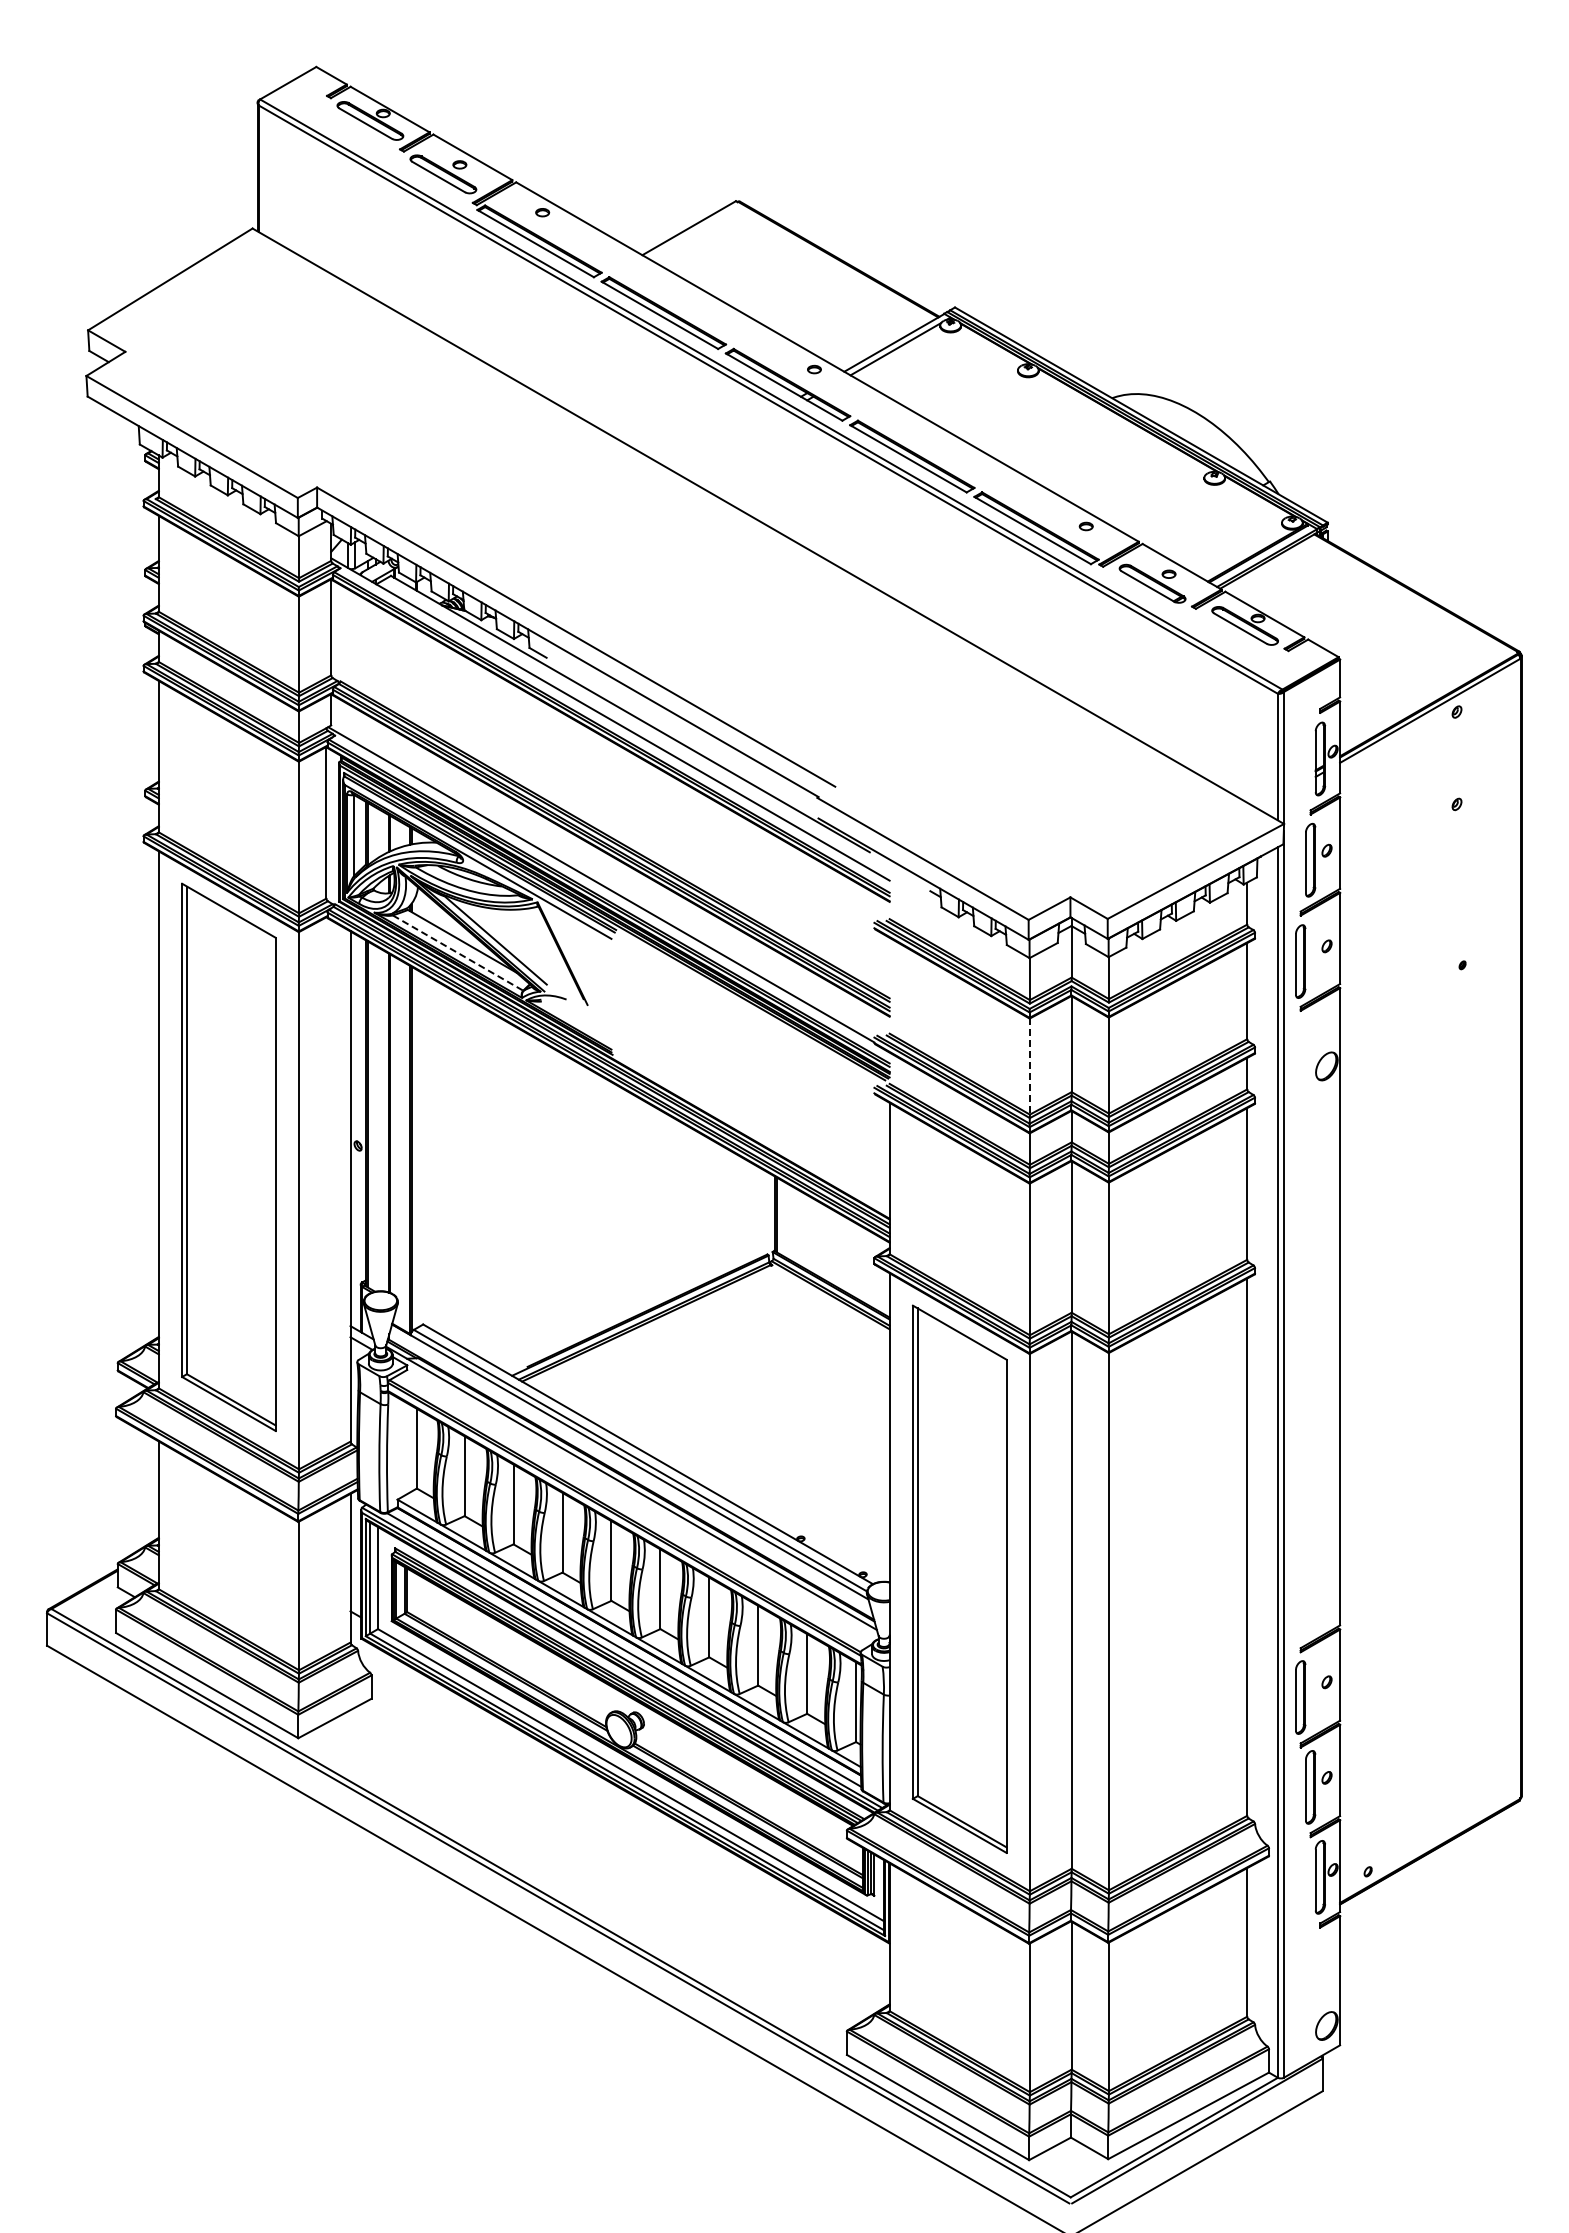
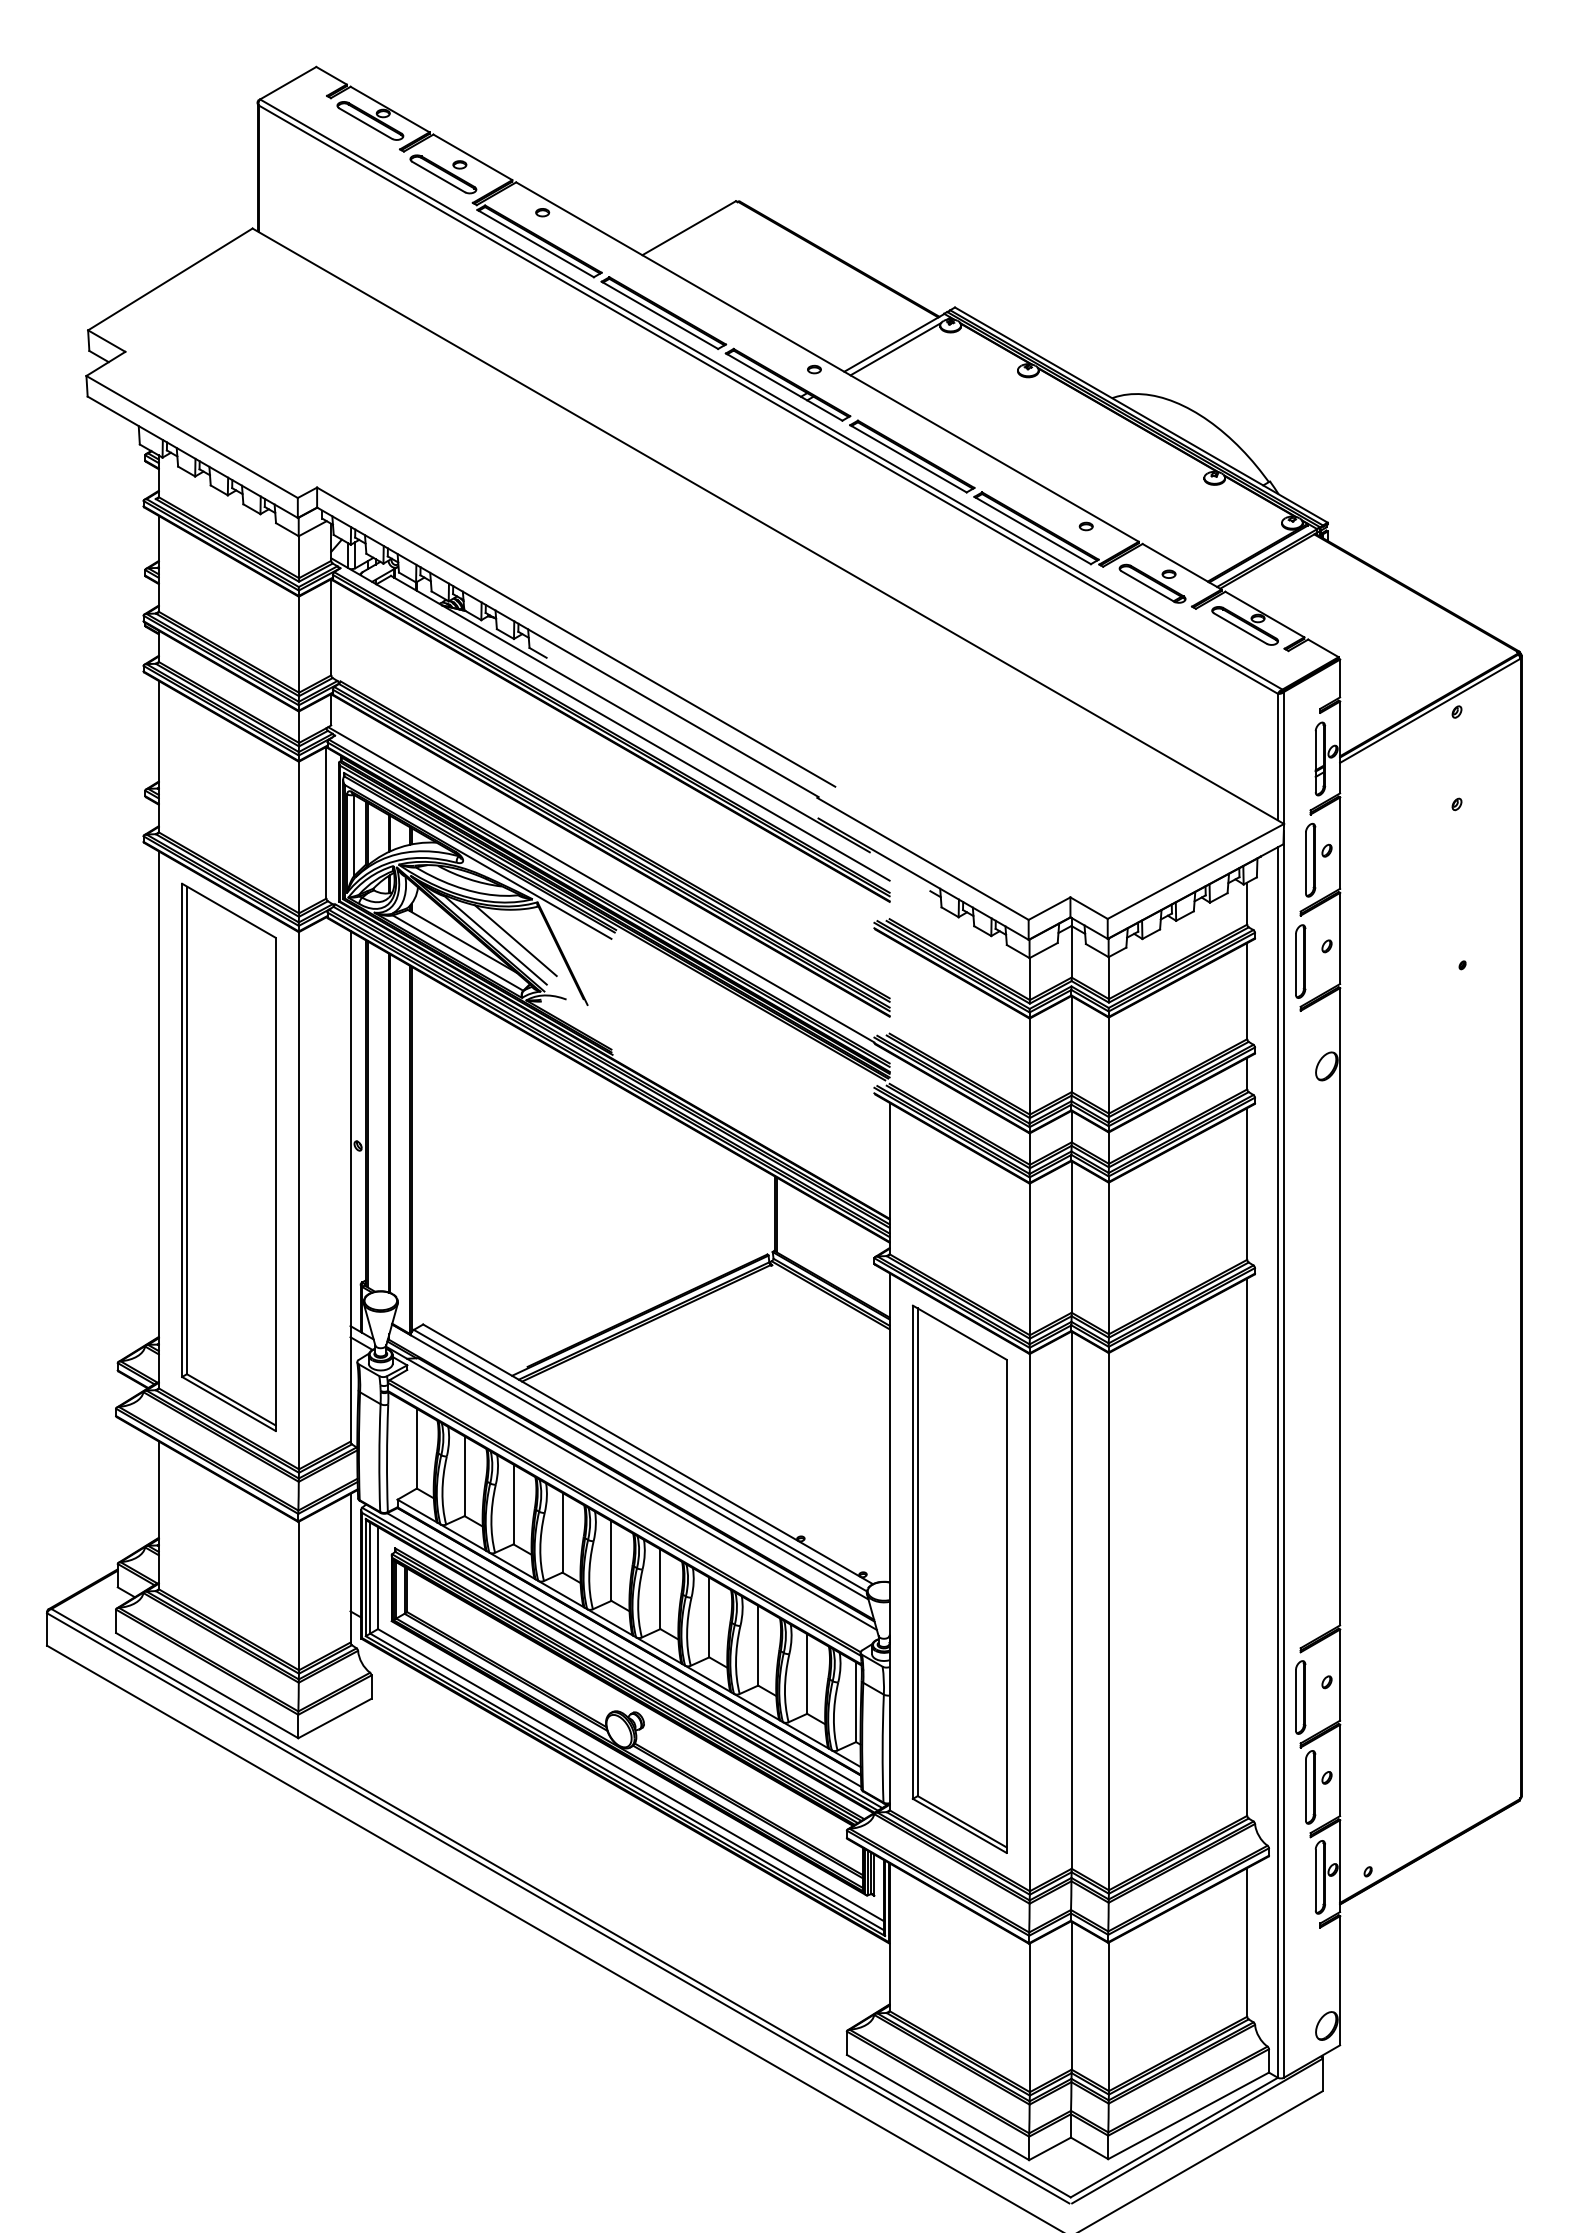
line at (515, 940): none -> present
line at (458, 953): dashed -> solid
line at (1029, 1067): dashed -> solid
